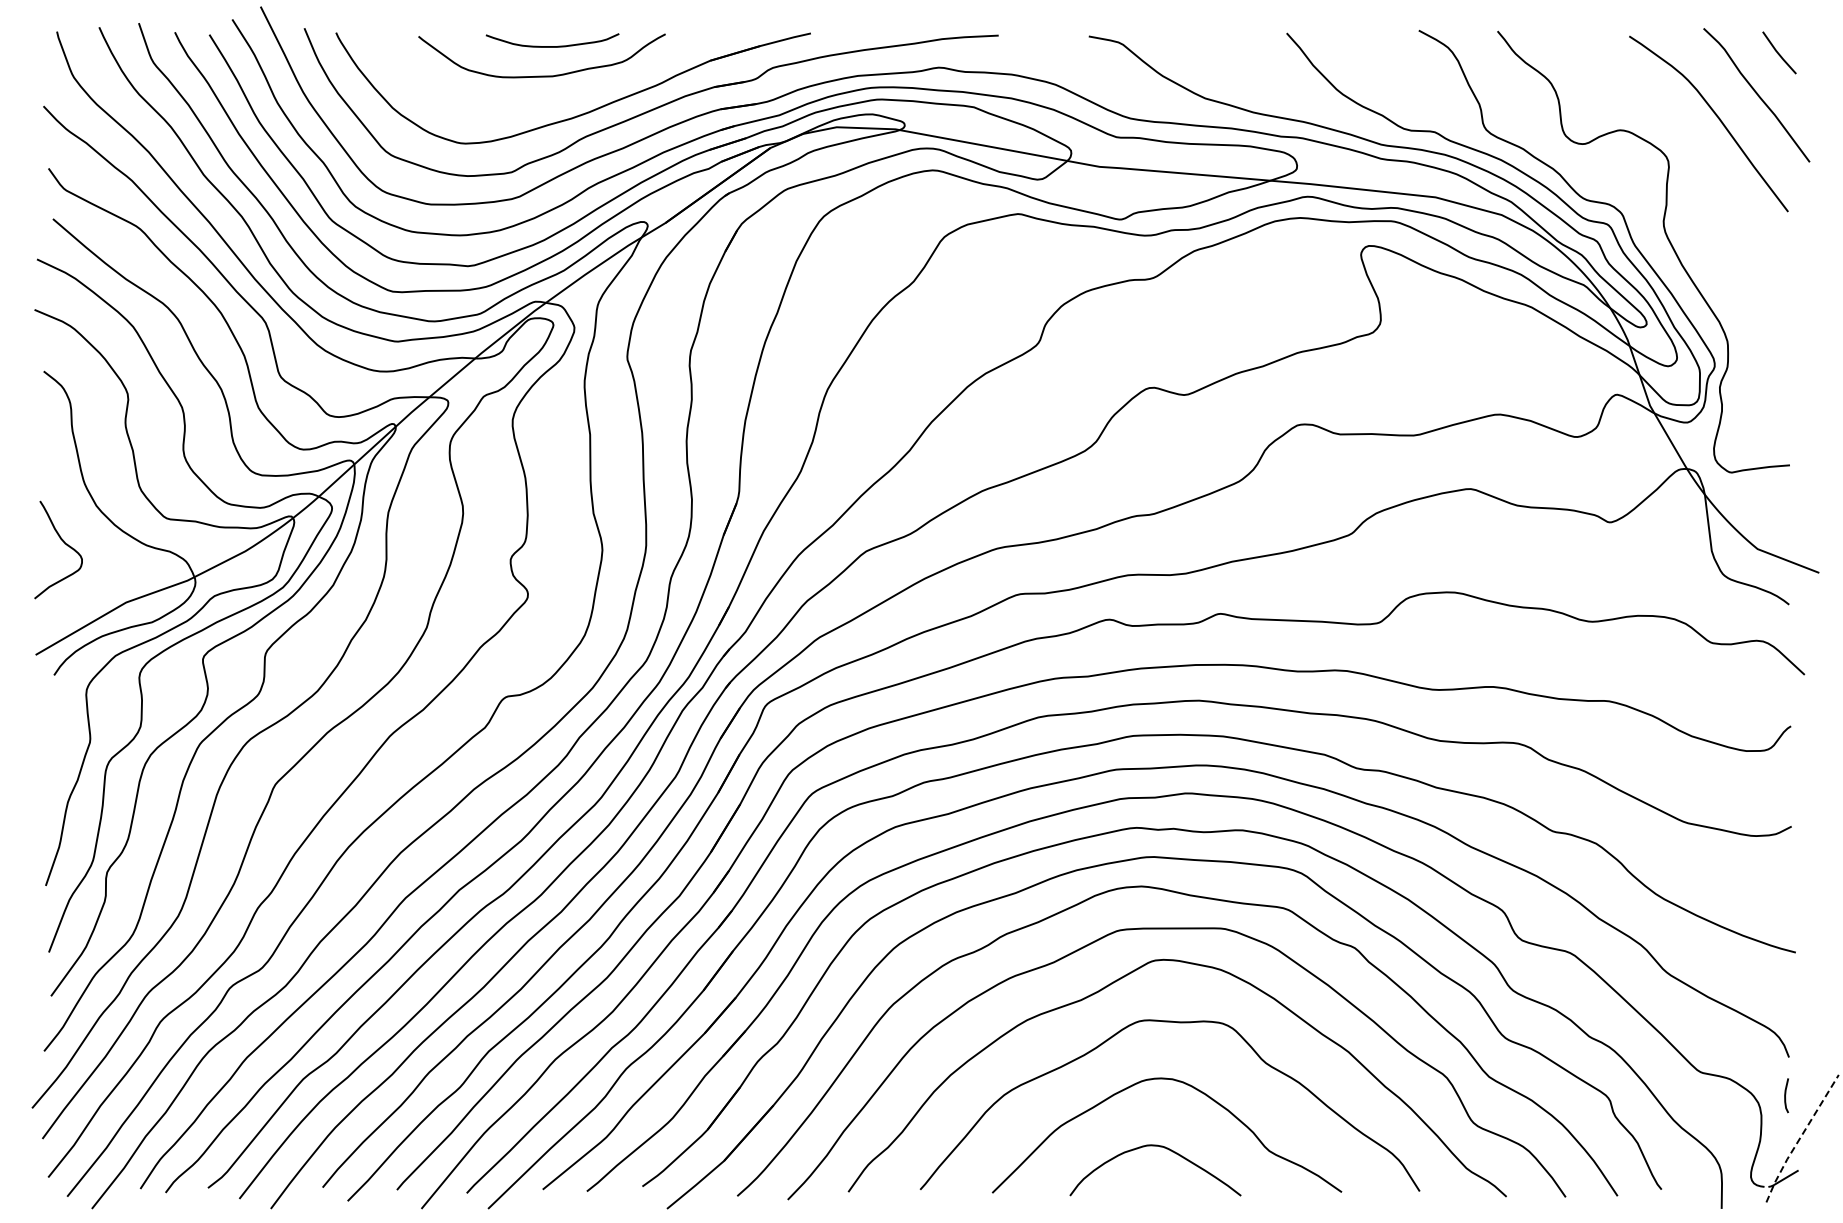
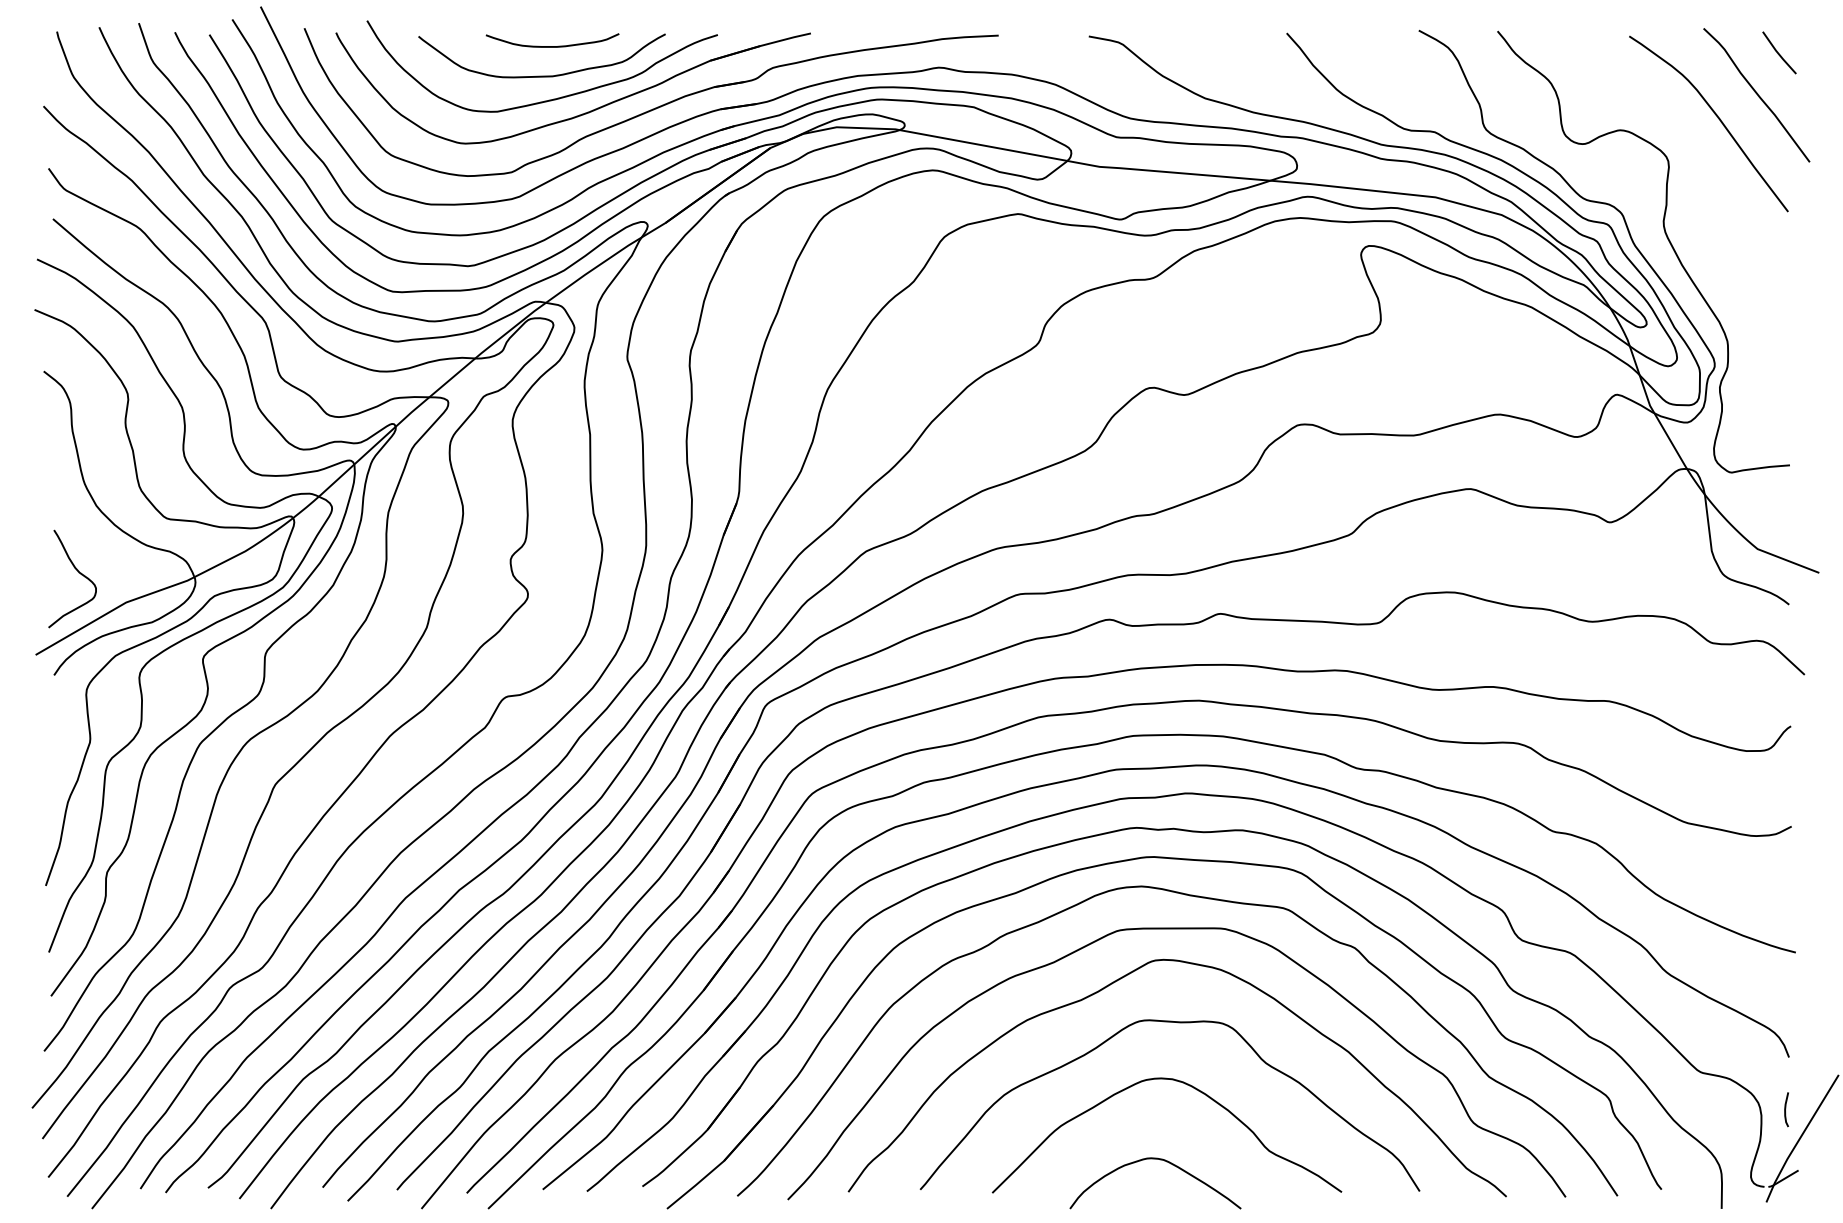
curve at (549, 99): none -> present
curve at (64, 543) position: (64, 543) -> (78, 572)
curve at (1786, 1094) position: (1786, 1094) -> (1786, 1108)
line at (1799, 1138): dashed -> solid
curve at (1160, 1147) position: (1160, 1147) -> (1160, 1160)
